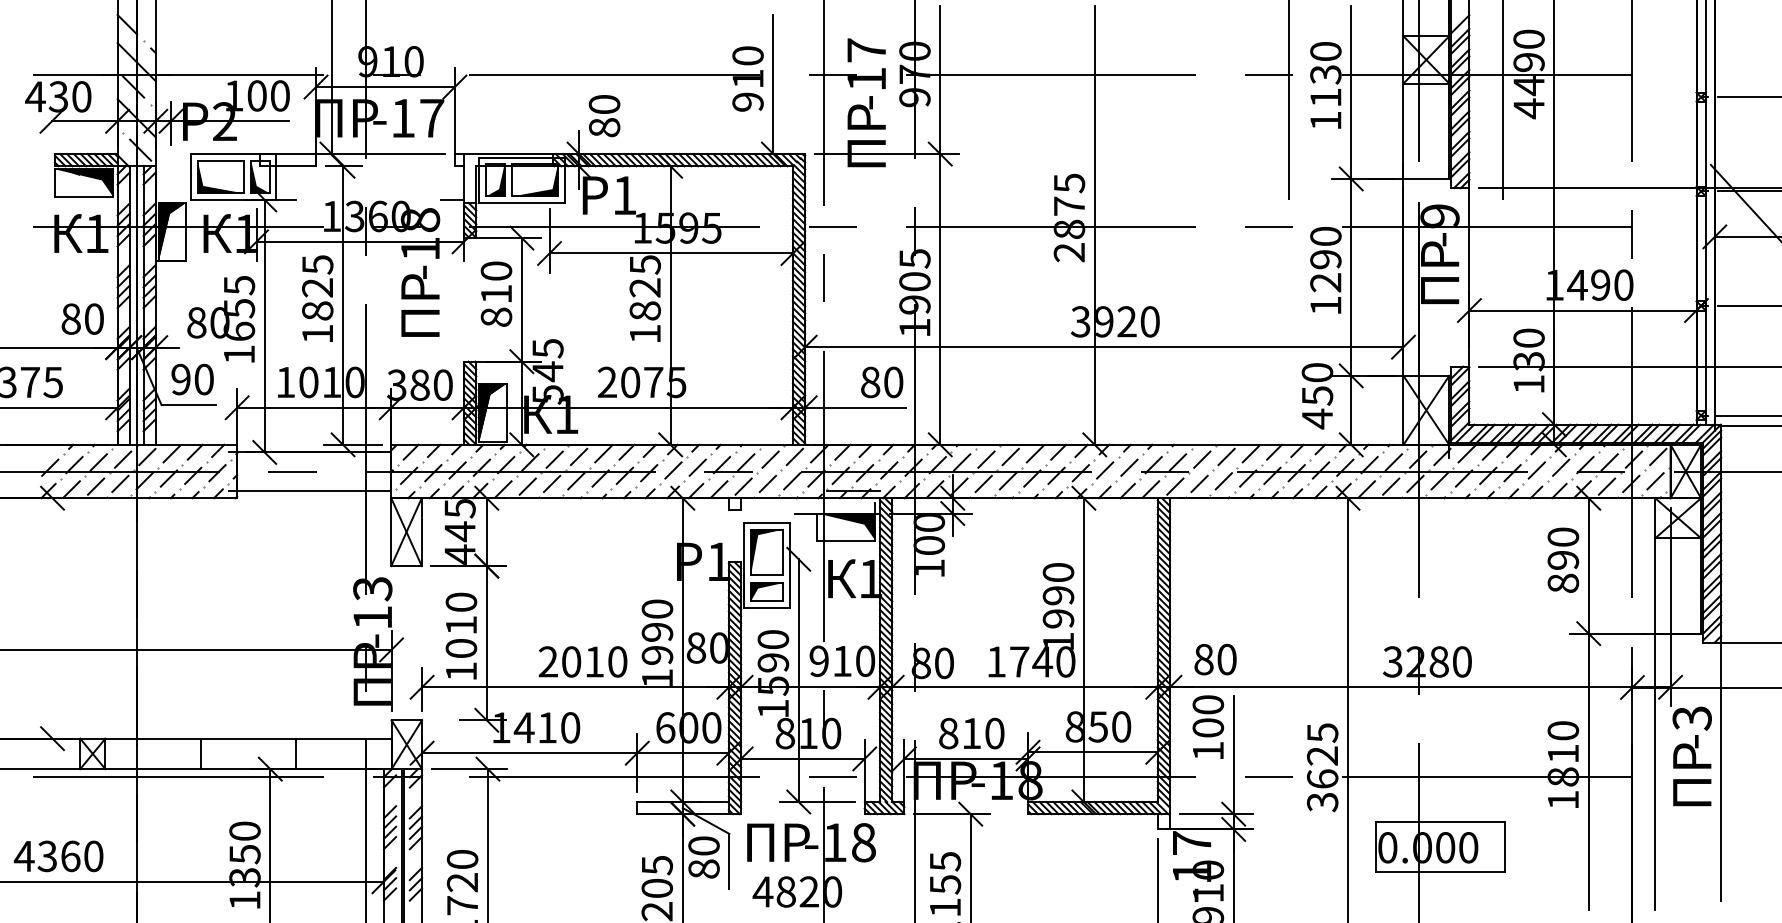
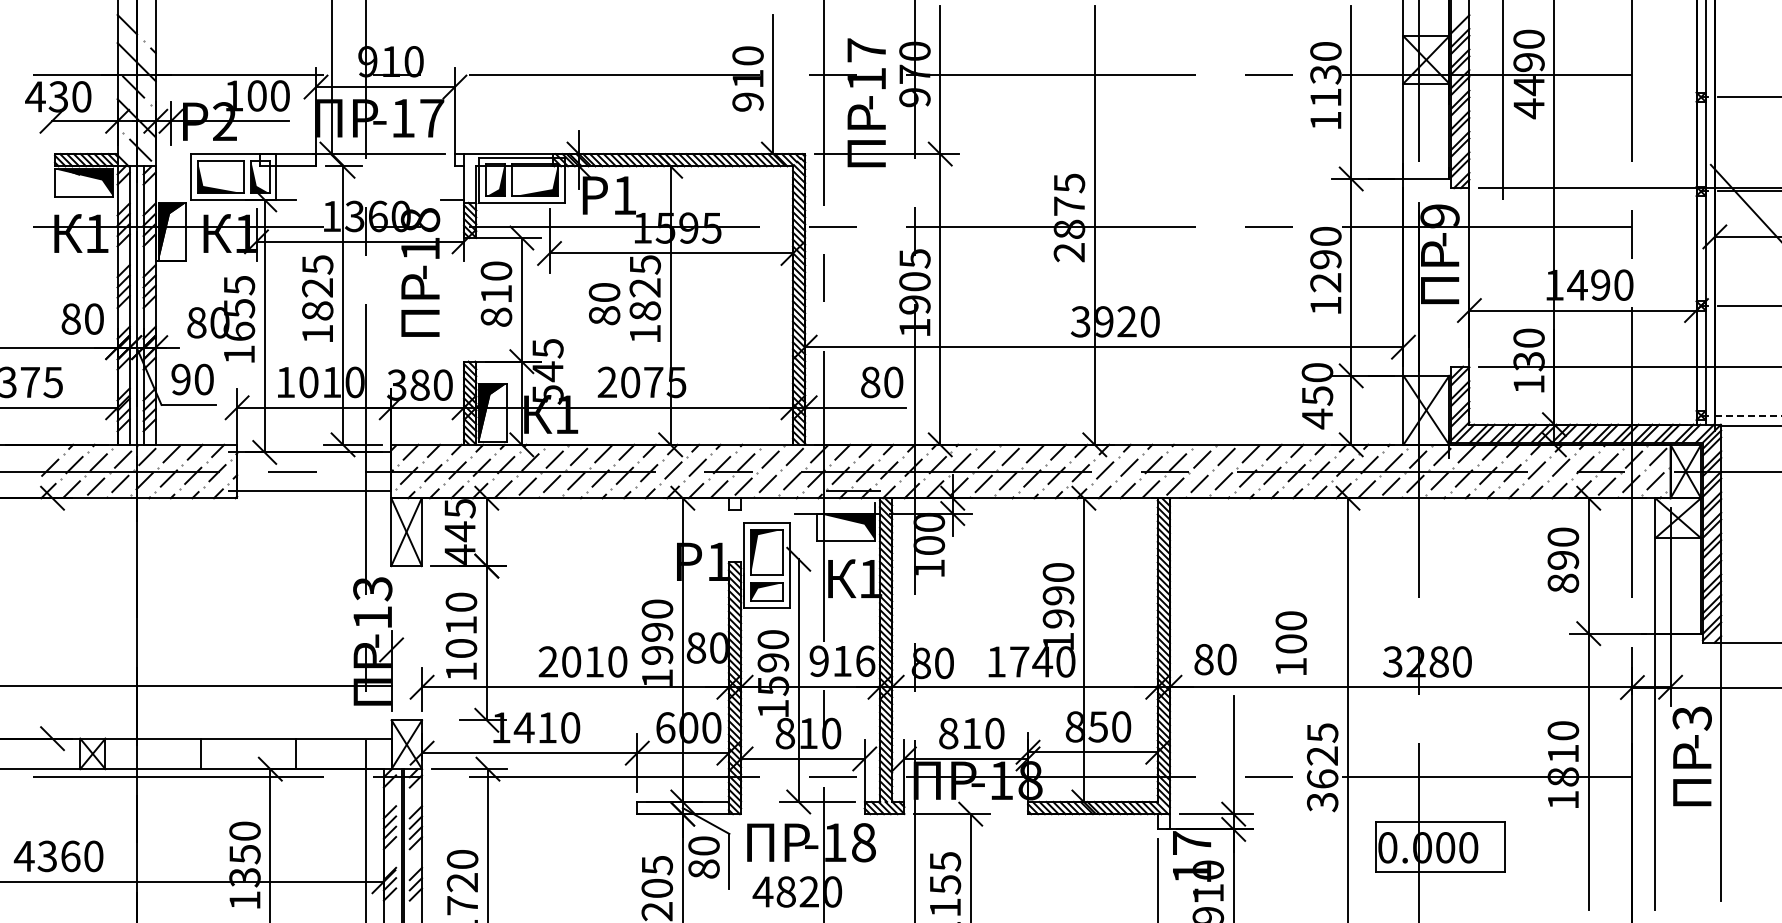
line at (1289, 100): present -> none
text at (604, 116) position: (604, 116) -> (604, 304)
line at (1749, 415): solid -> dashed
line at (196, 649) position: (196, 649) -> (196, 685)
text at (865, 660): 910 -> 916
text at (1208, 726) position: (1208, 726) -> (1291, 642)
